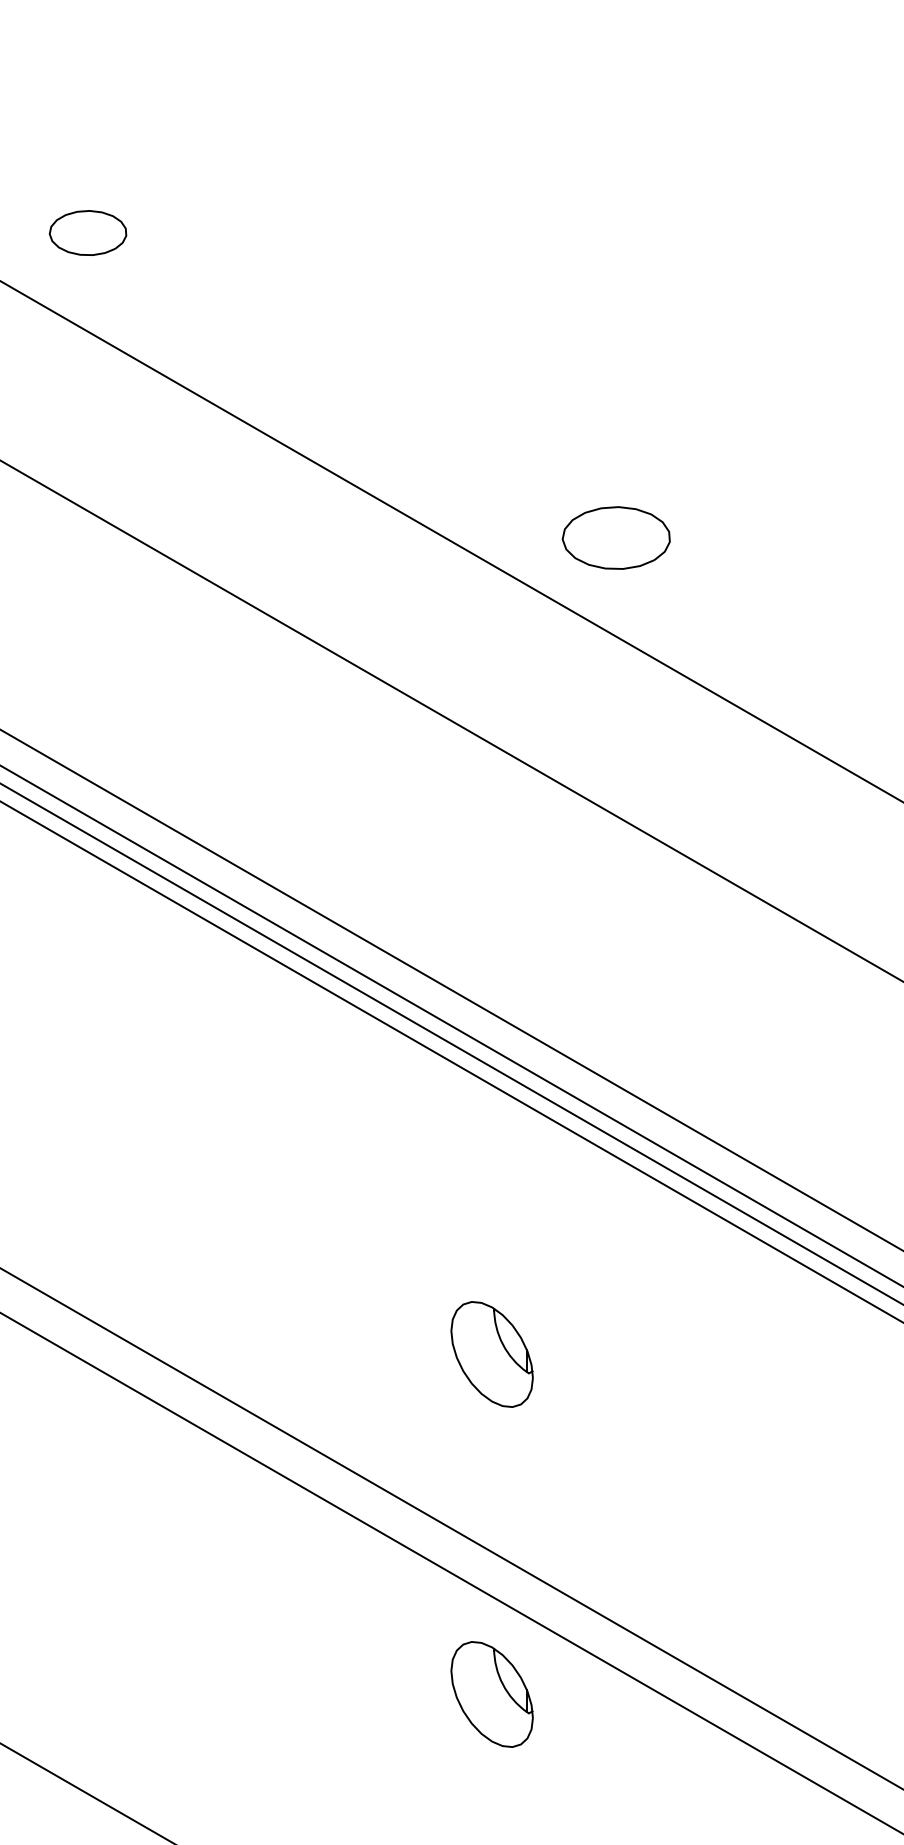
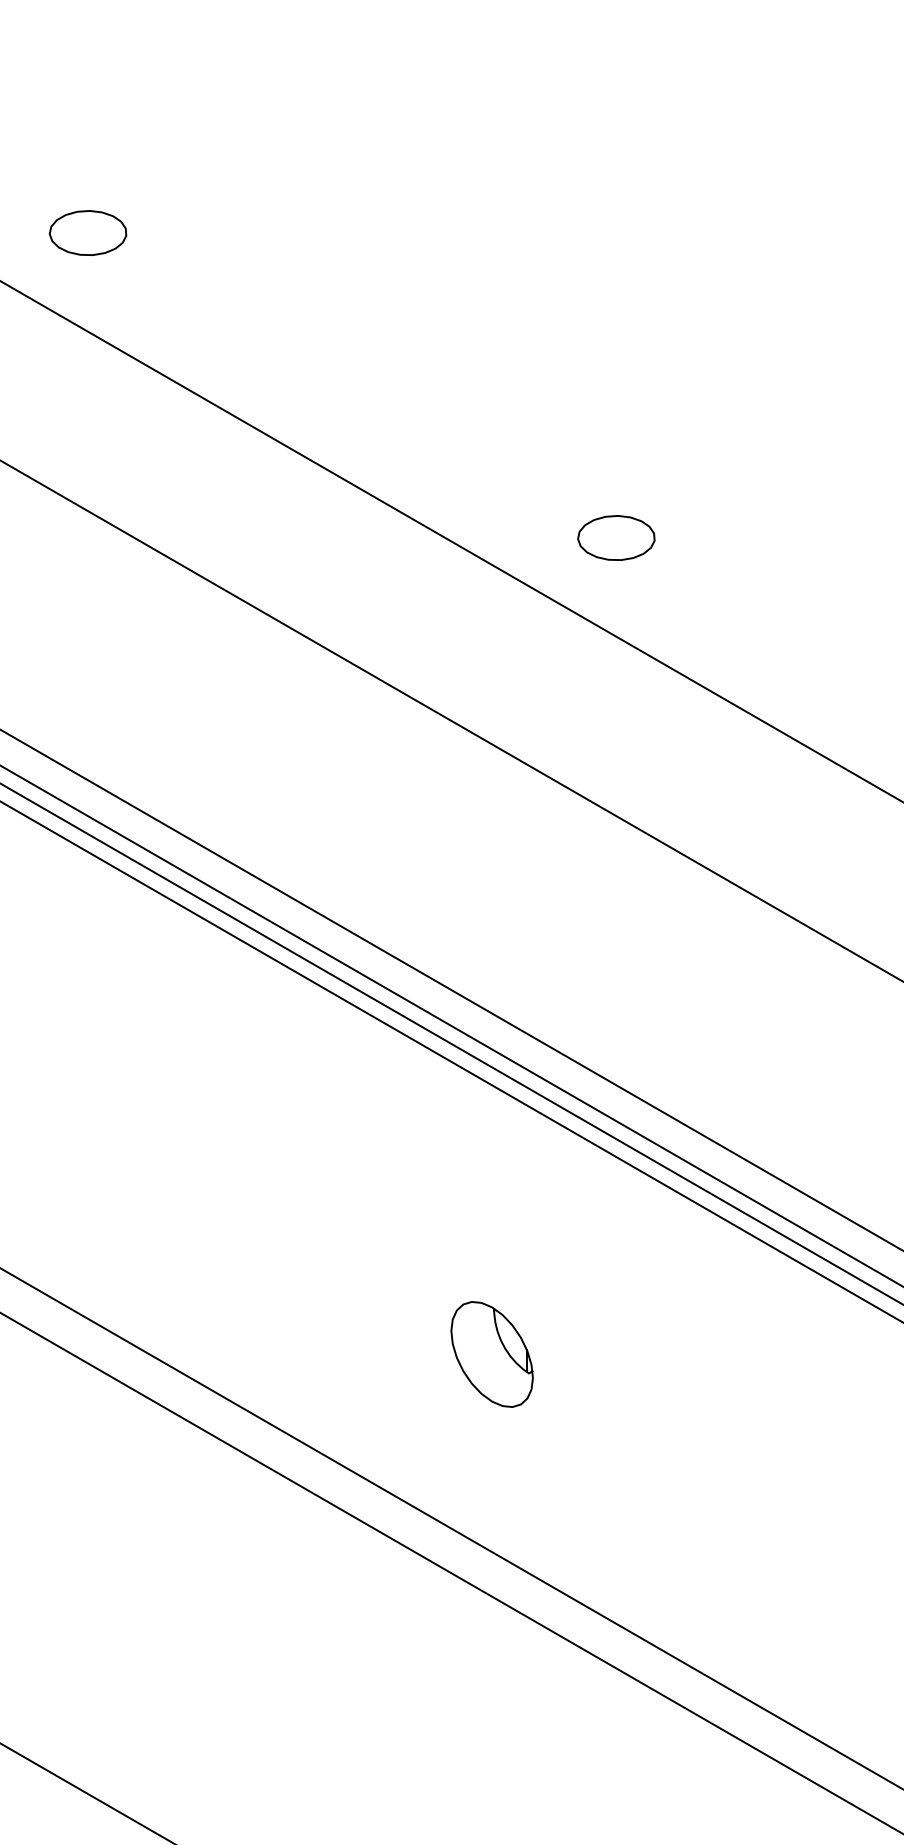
part at (615, 537) size: 110x64 px -> 79x46 px
part at (491, 1694): present -> none
